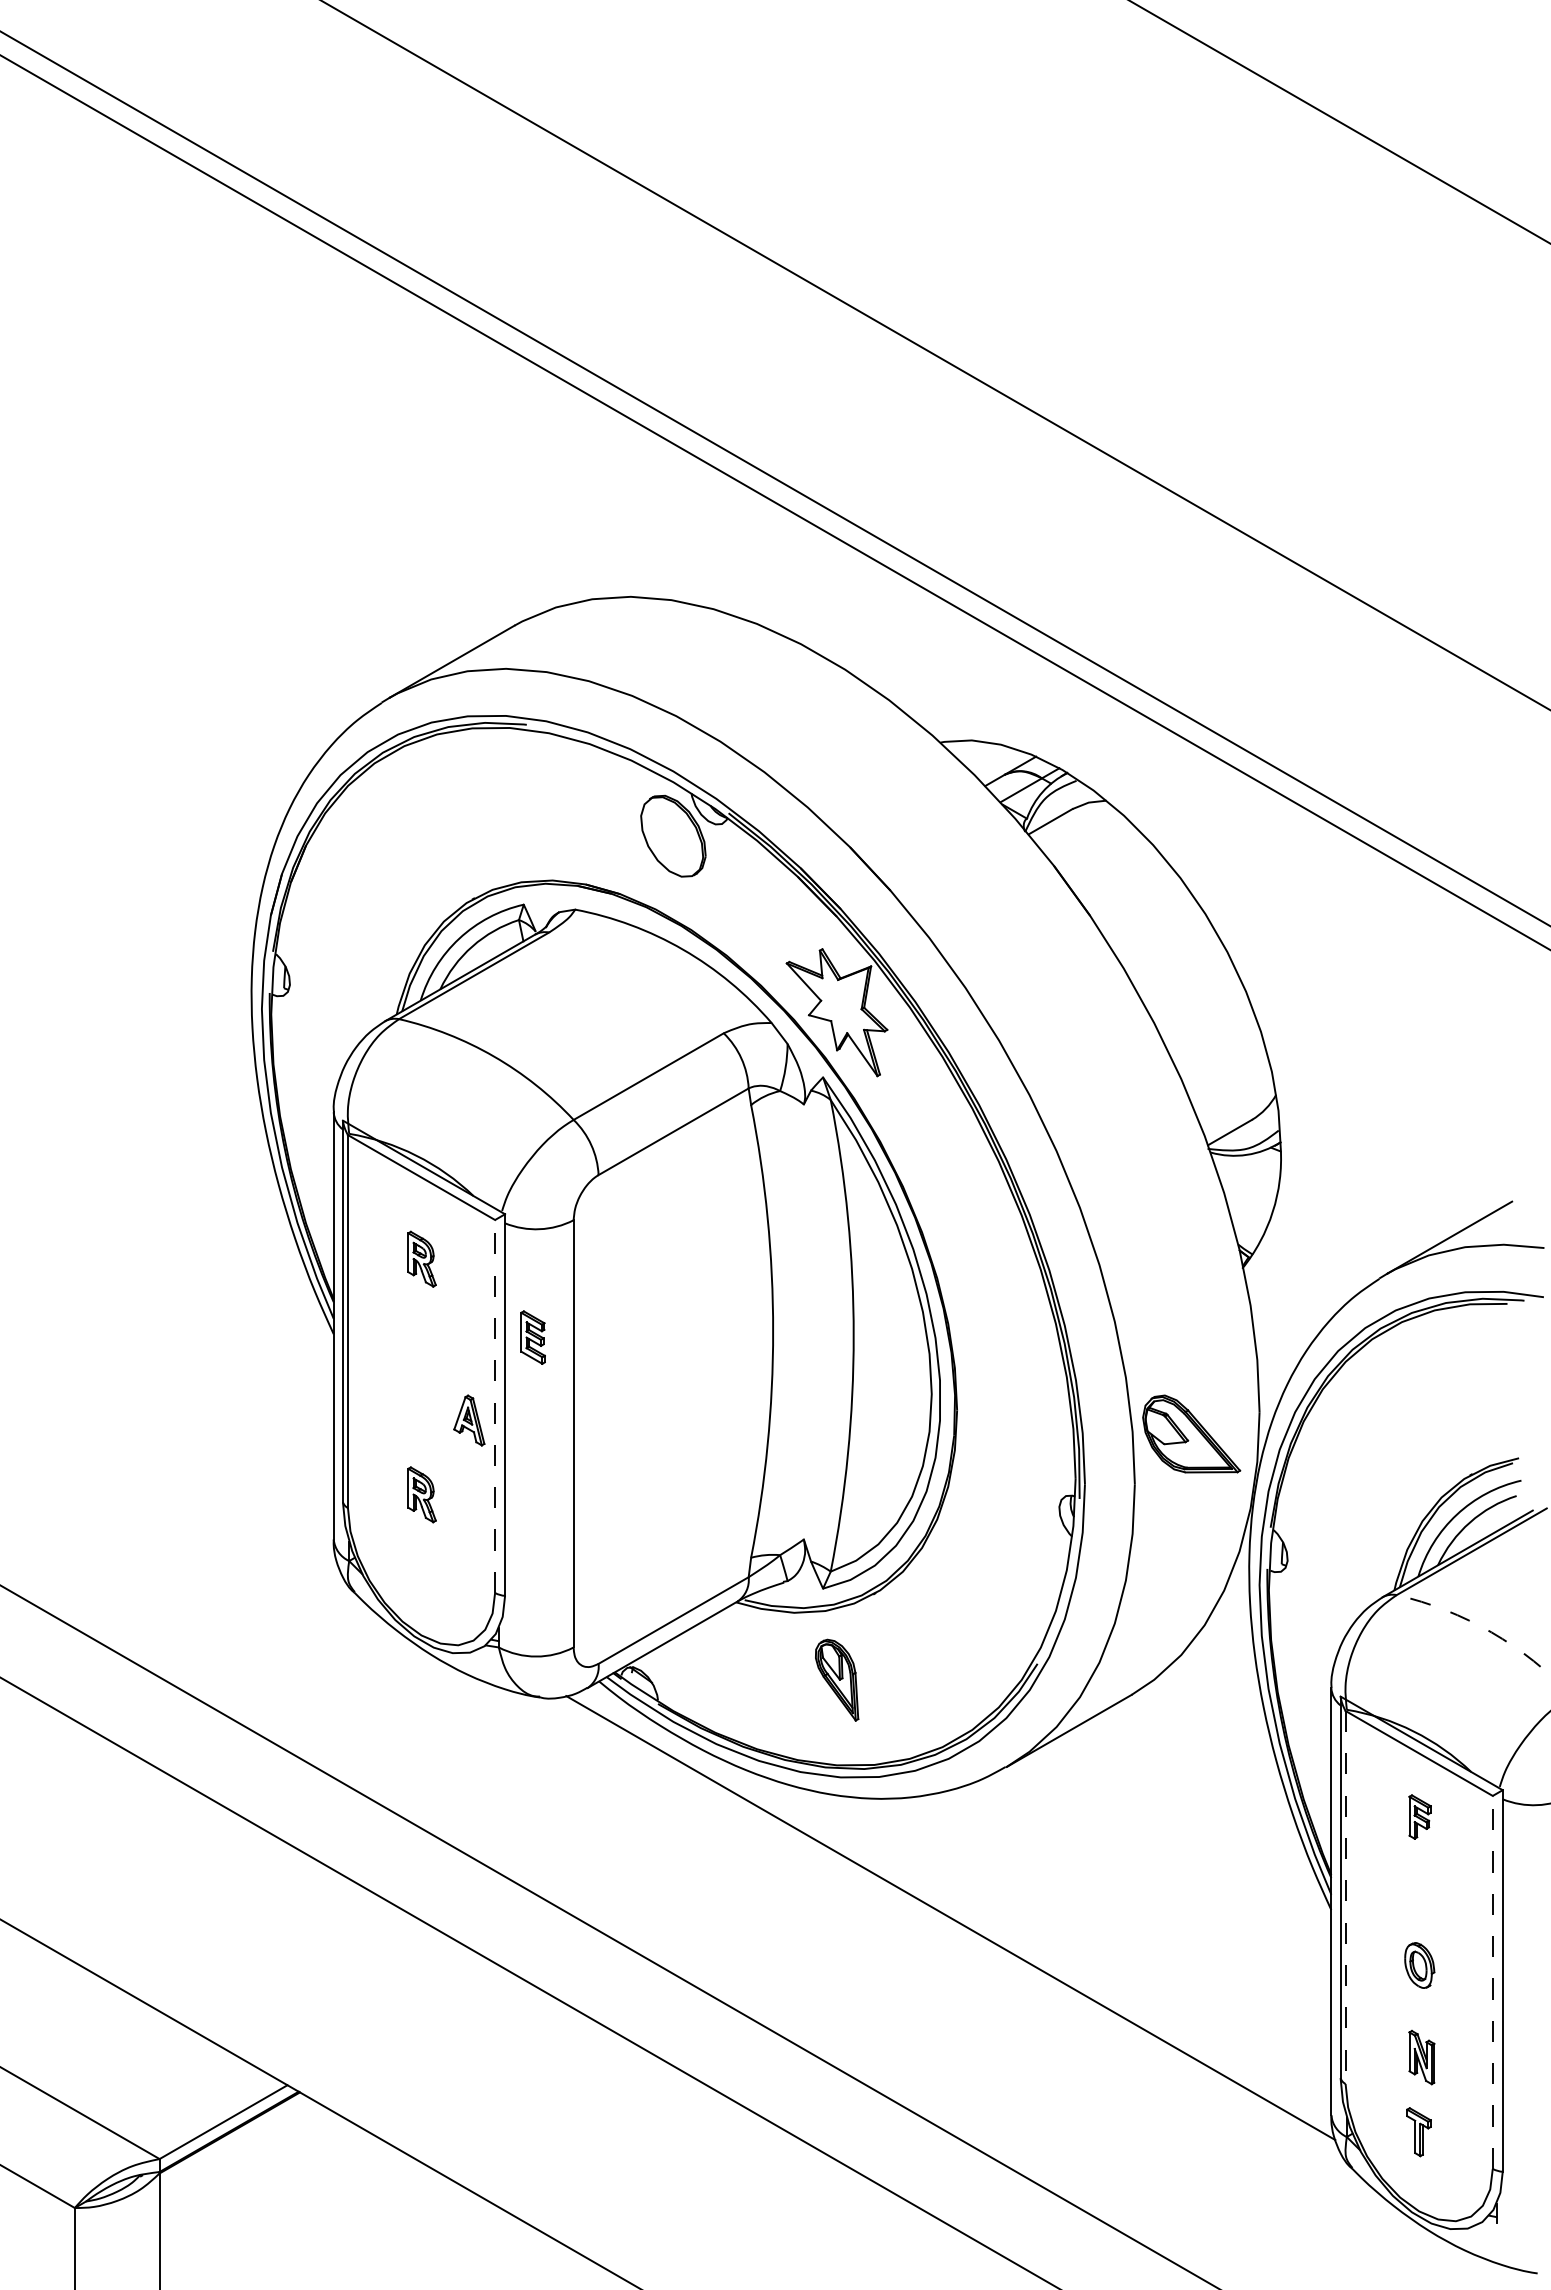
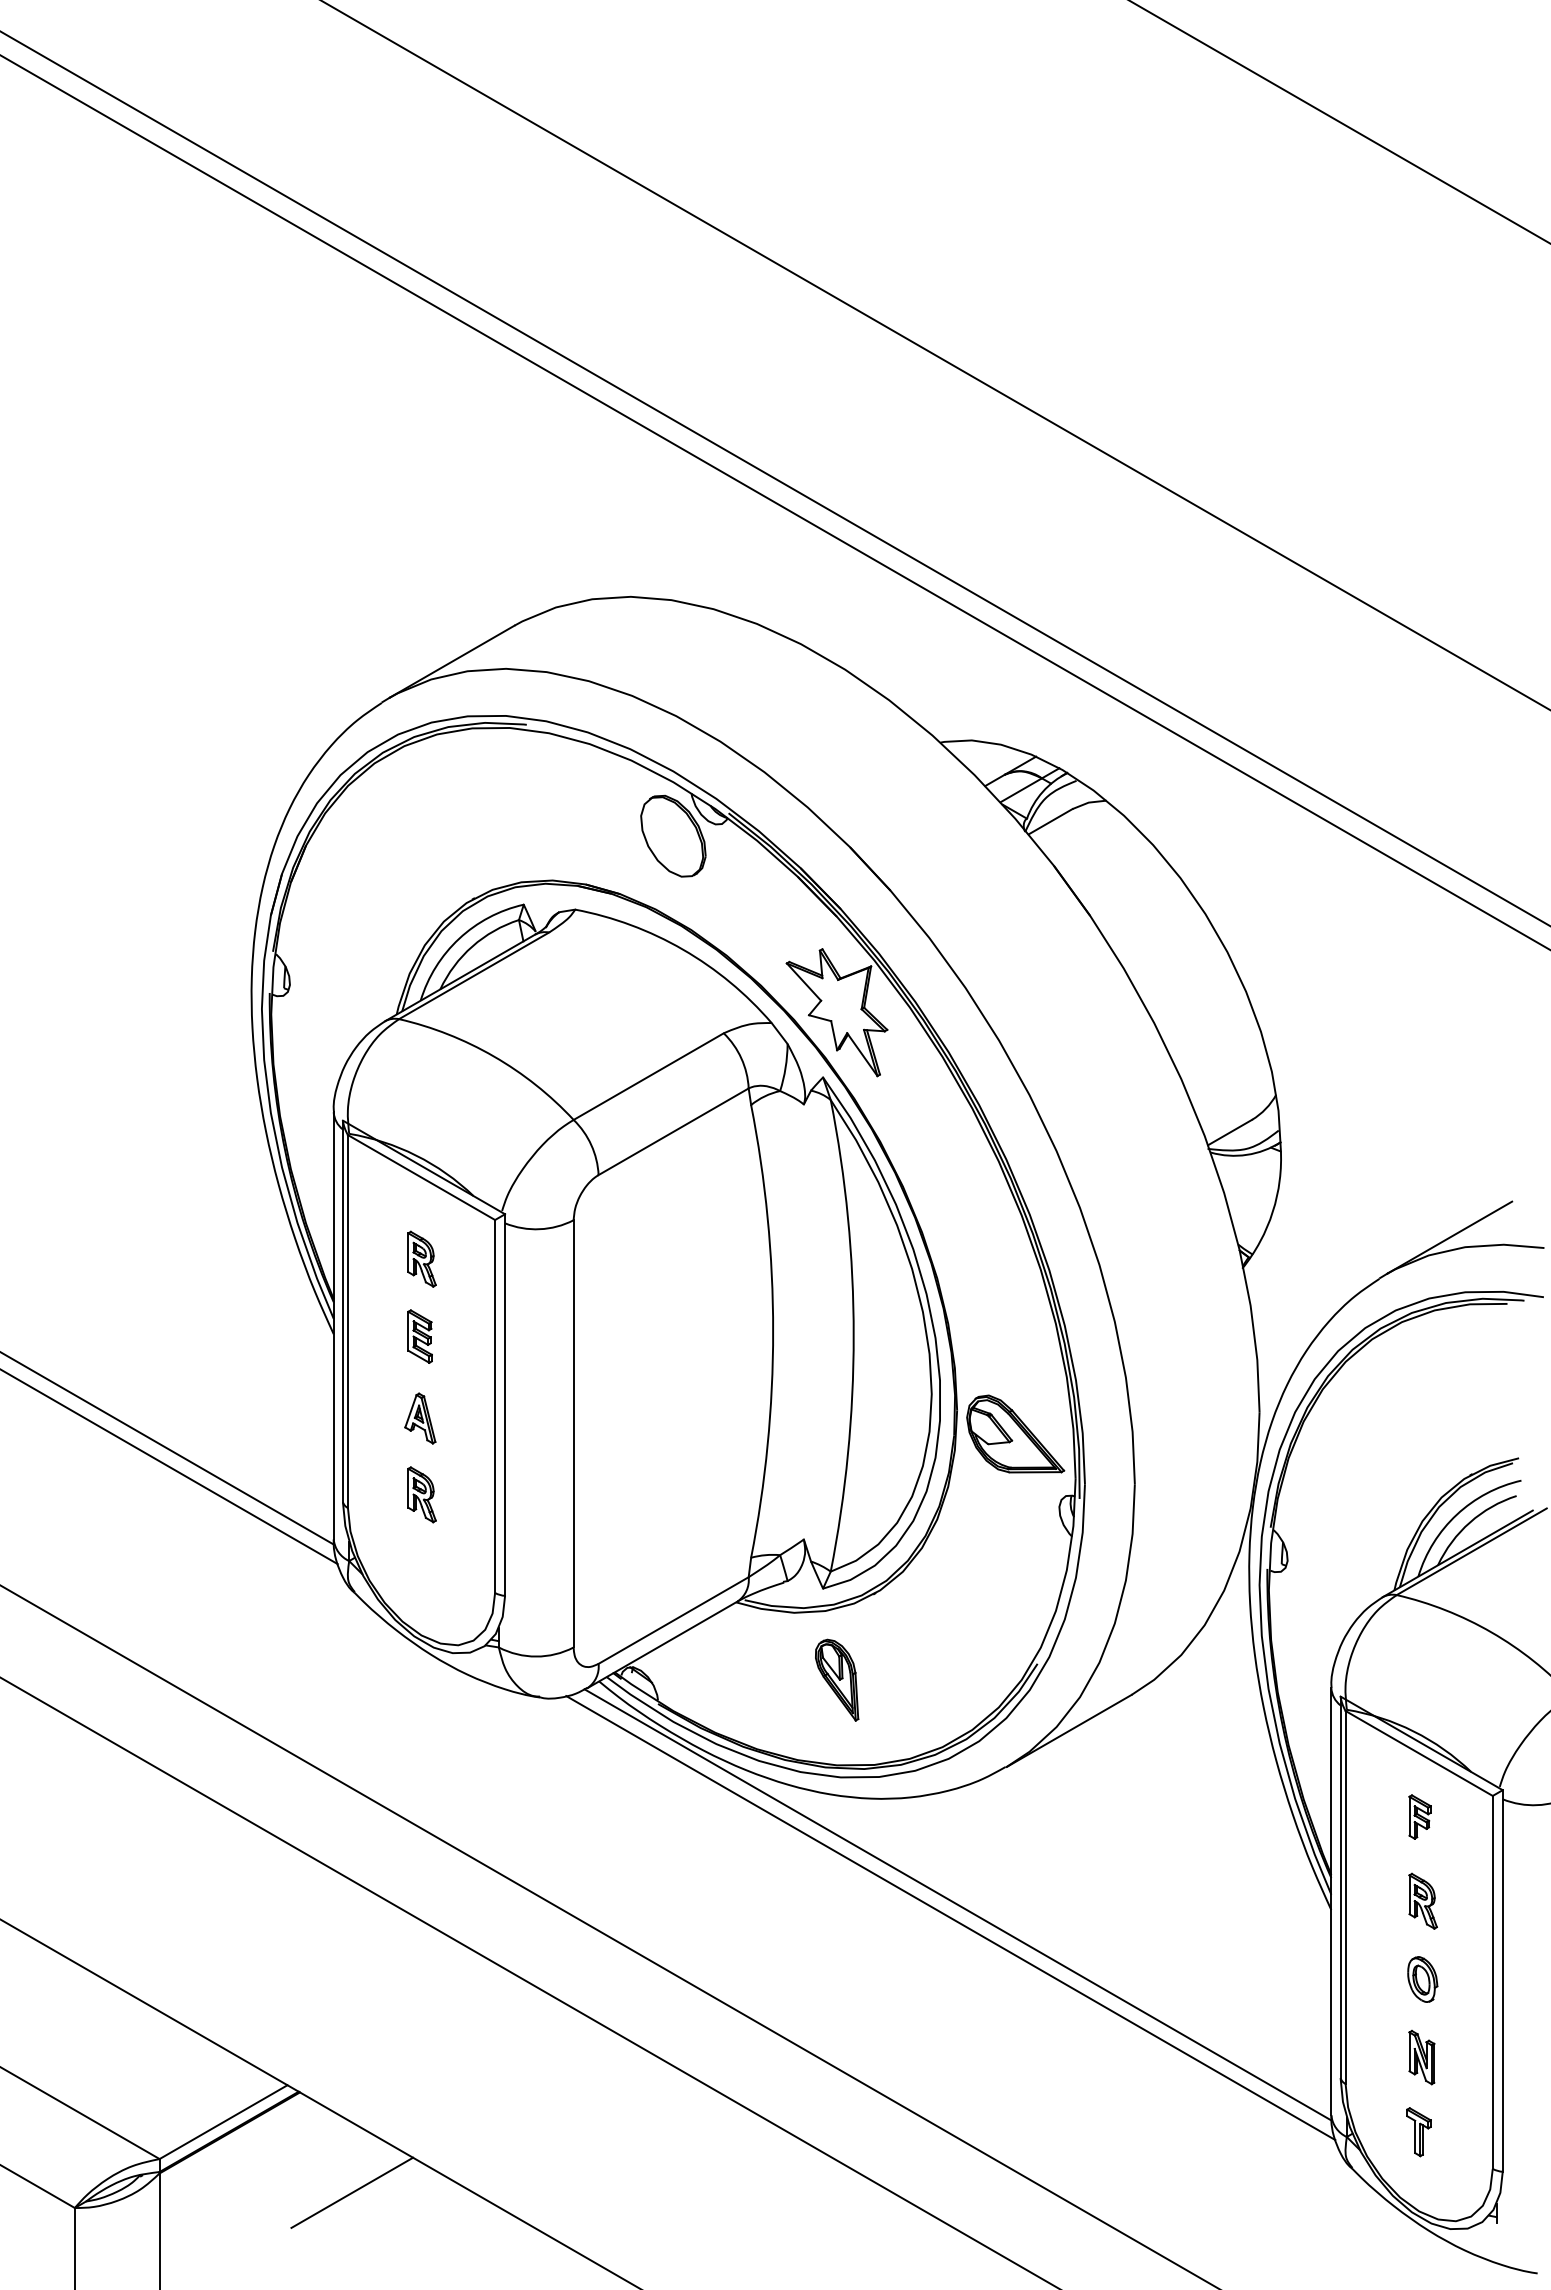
part at (532, 1337) position: (532, 1337) -> (419, 1336)
line at (495, 1405): dashed -> solid
part at (469, 1420) position: (469, 1420) -> (420, 1418)
part at (1191, 1433) position: (1191, 1433) -> (1015, 1433)
line at (168, 1448): none -> present
line at (169, 1467): none -> present
arc at (1479, 1625): dashed -> solid
line at (1345, 1897): dashed -> solid
part at (1422, 1900): none -> present
line at (957, 1904): none -> present
part at (1419, 1965) position: (1419, 1965) -> (1422, 1979)
line at (1492, 1981): dashed -> solid
line at (352, 2192): none -> present
